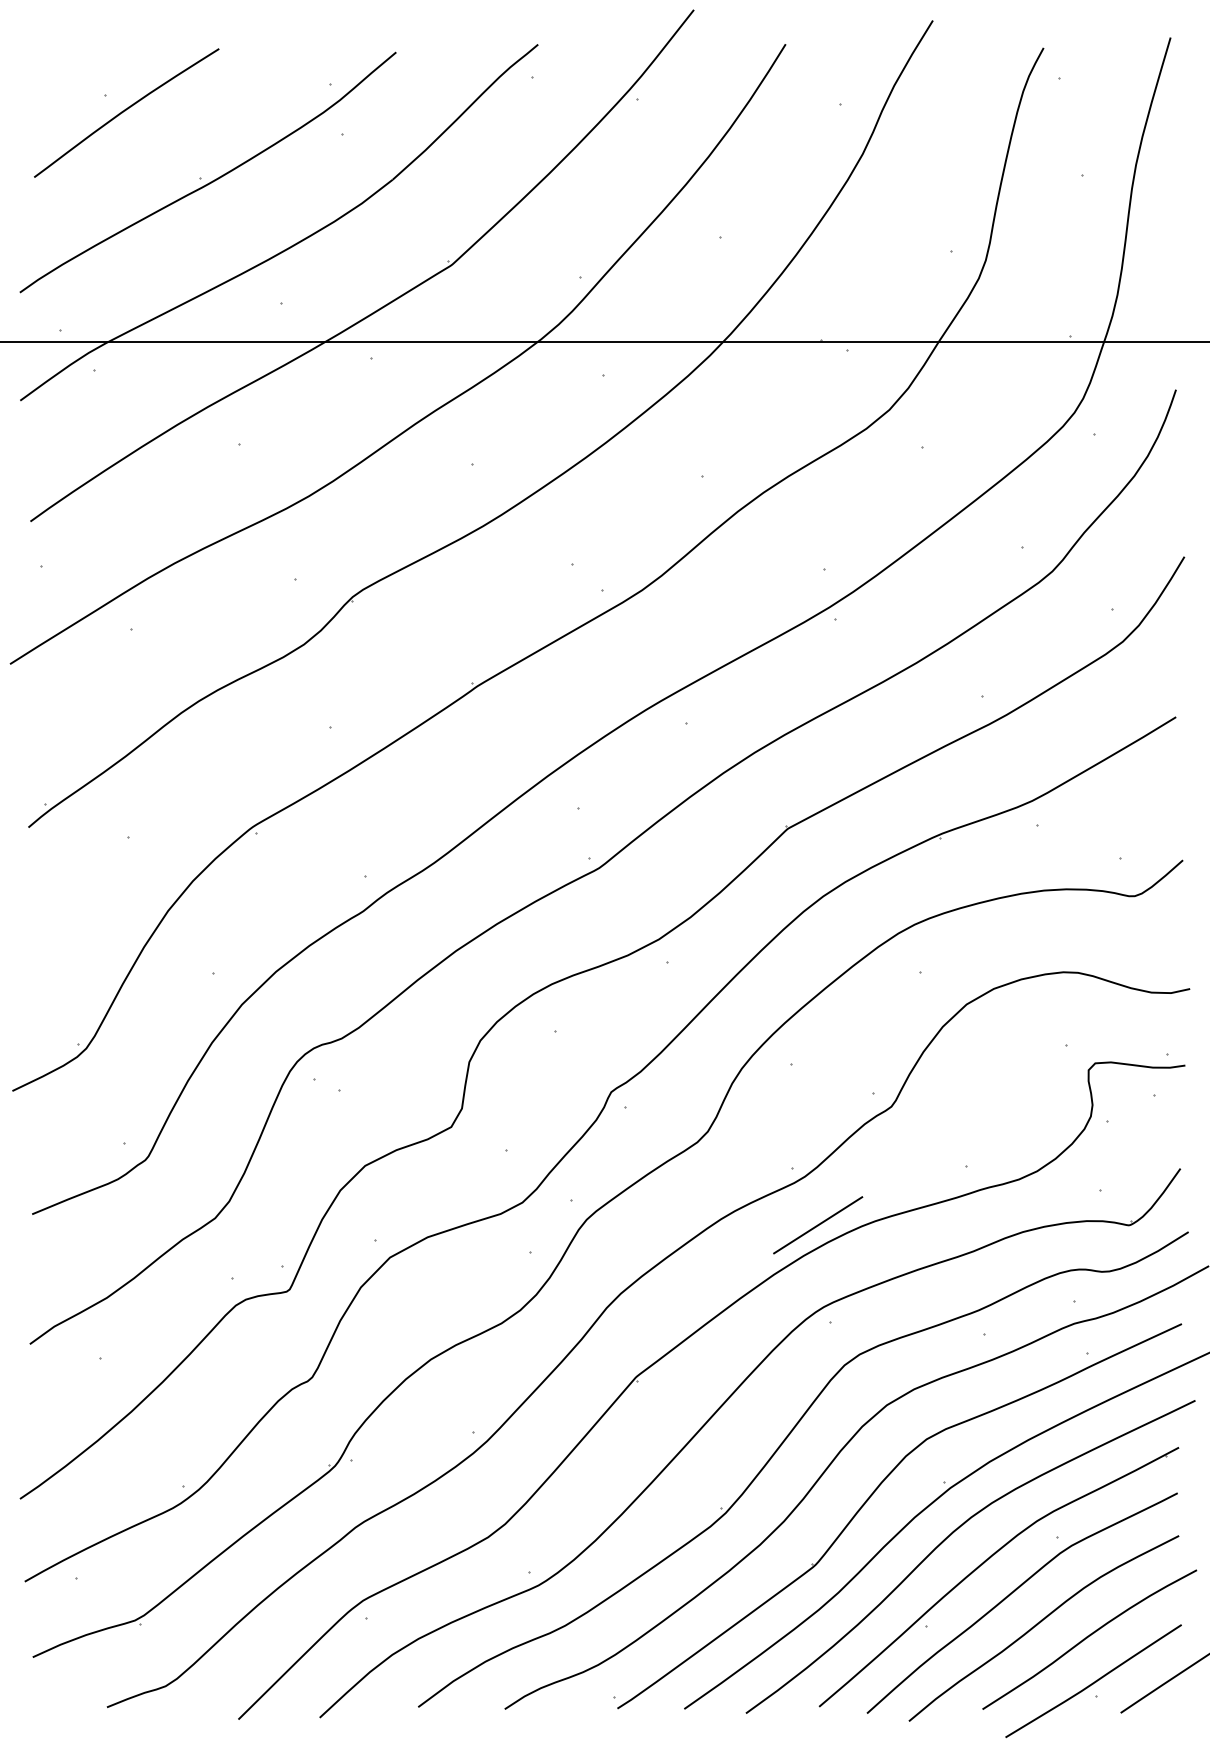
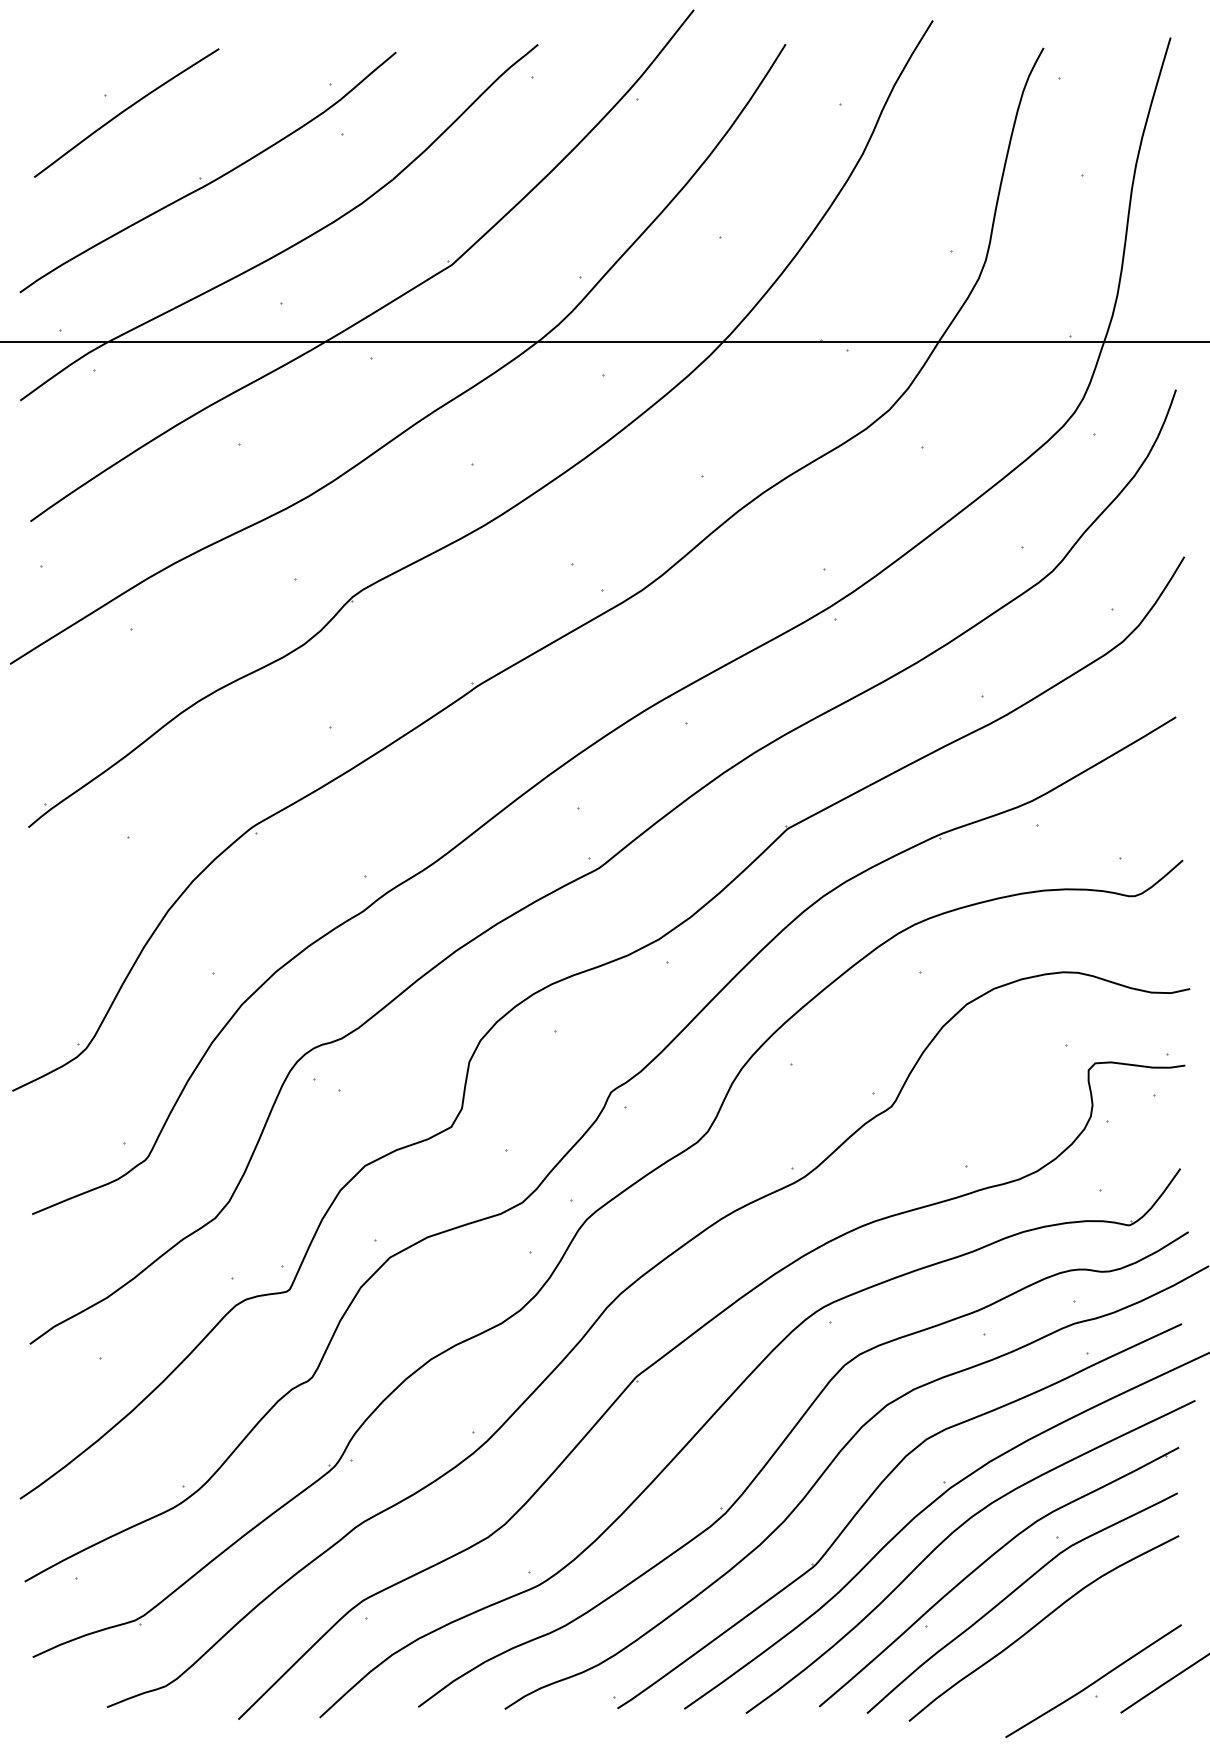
line at (818, 1225): present -> none
curve at (1088, 1637): present -> none
